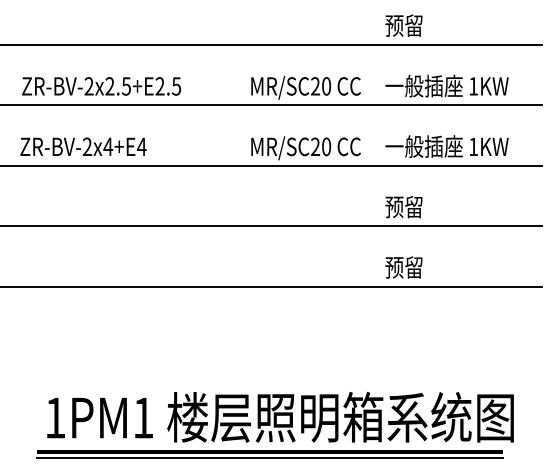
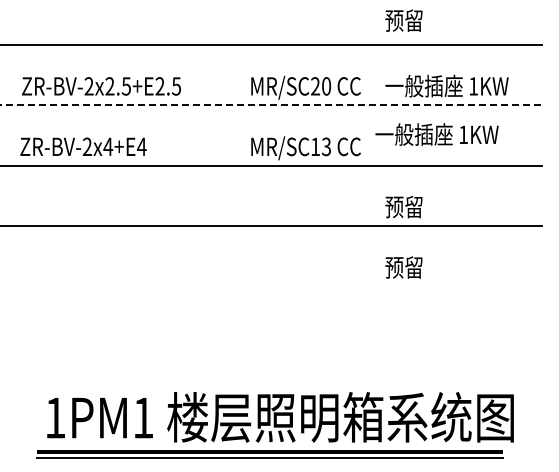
text at (403, 25) position: (403, 25) -> (403, 20)
line at (271, 105): solid -> dashed
text at (321, 146): MR/SC20 -> MR/SC13
text at (446, 146) position: (446, 146) -> (436, 134)
line at (272, 286): present -> none
